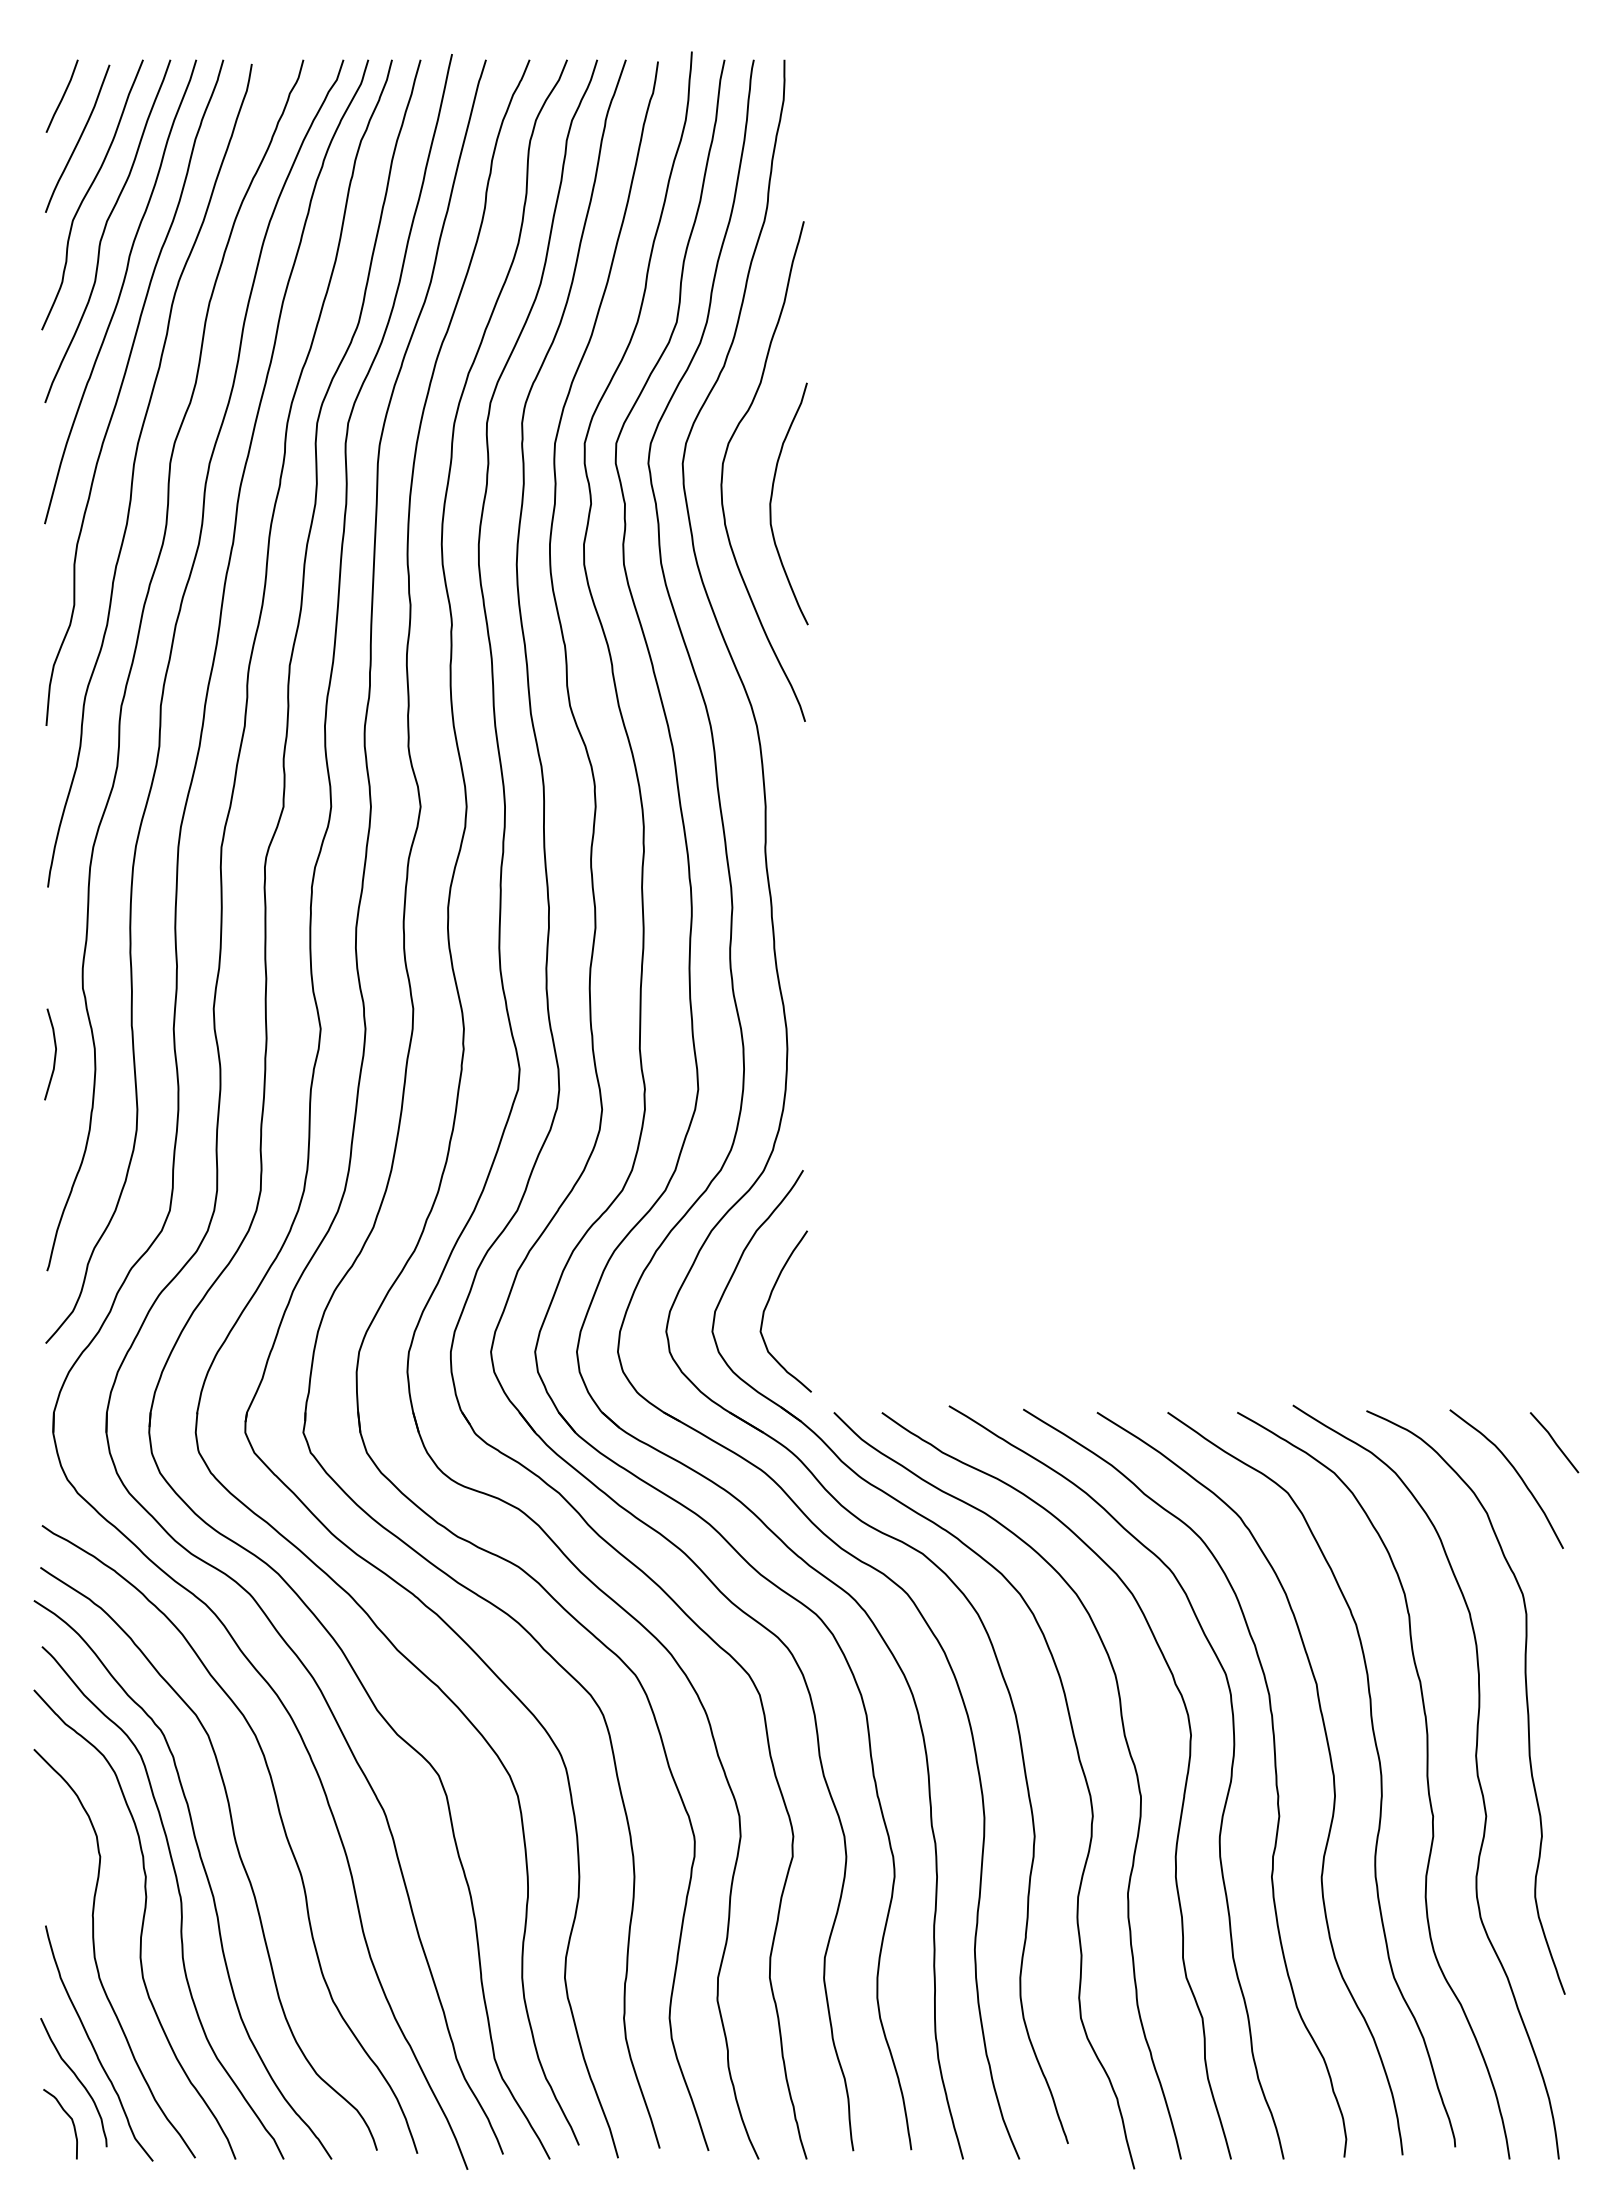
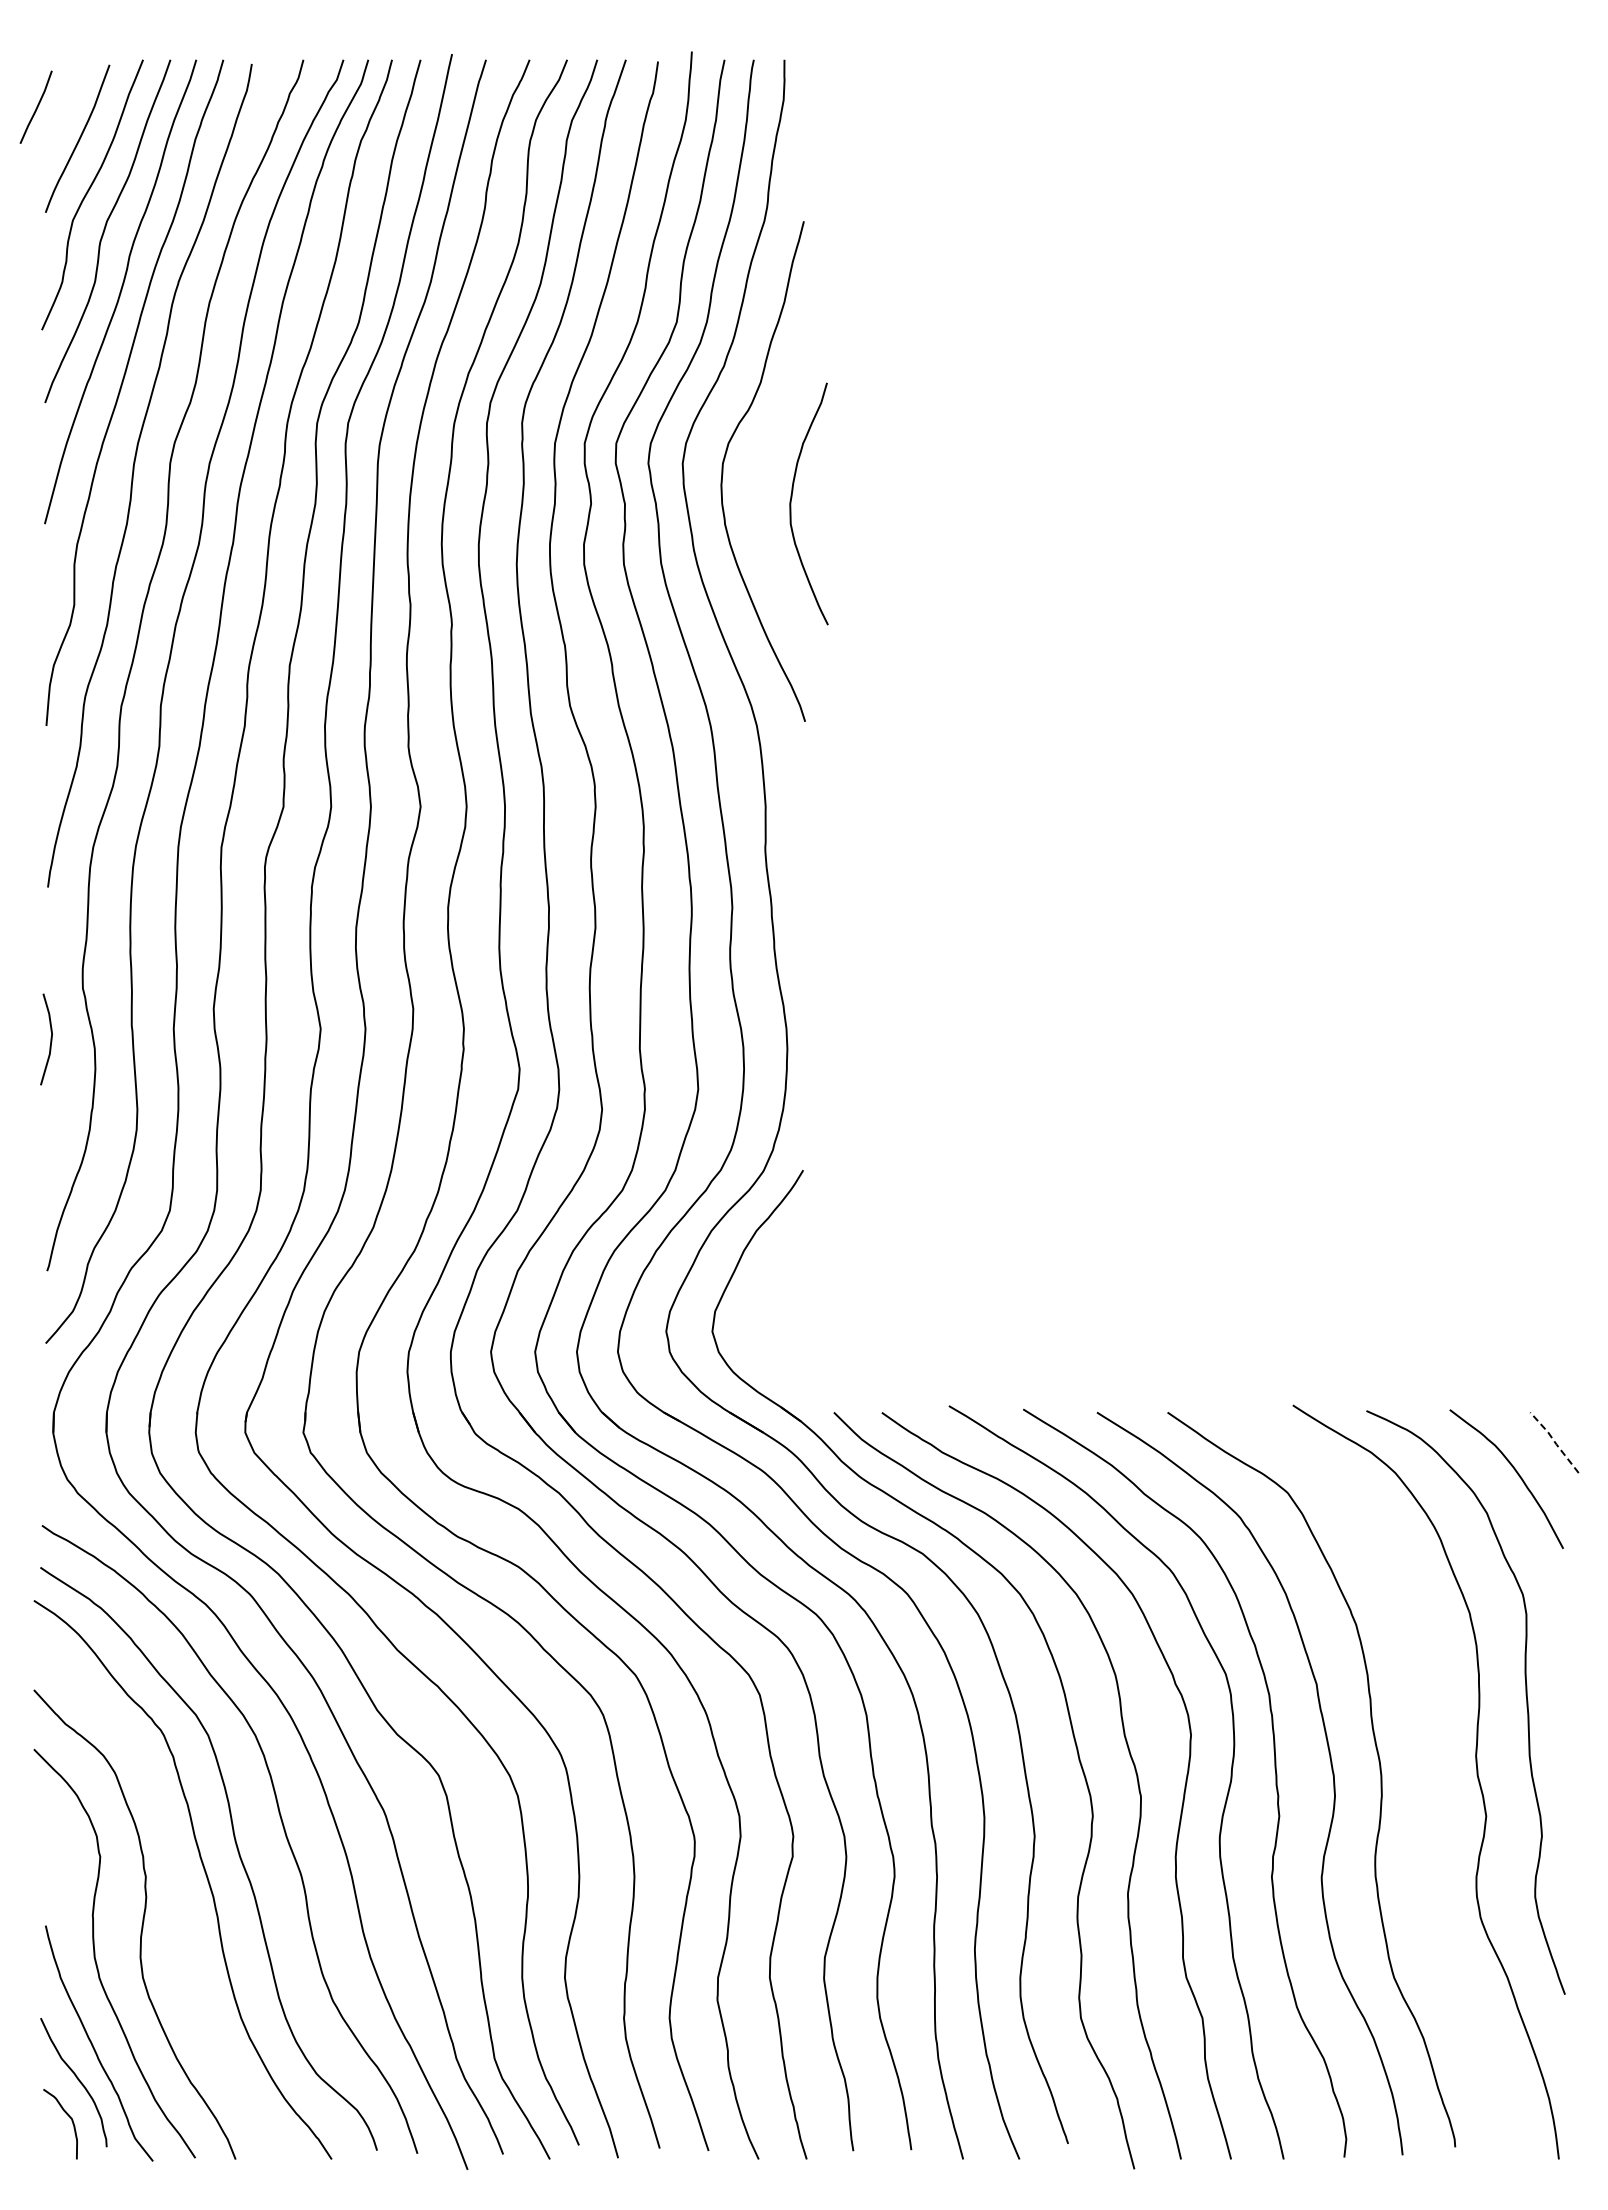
line at (62, 95) position: (62, 95) -> (36, 106)
curve at (772, 498) position: (772, 498) -> (792, 498)
line at (54, 1054) position: (54, 1054) -> (50, 1039)
curve at (768, 1303): present -> none
line at (1554, 1442): solid -> dashed
curve at (1426, 1780): present -> none
curve at (179, 1898): present -> none
